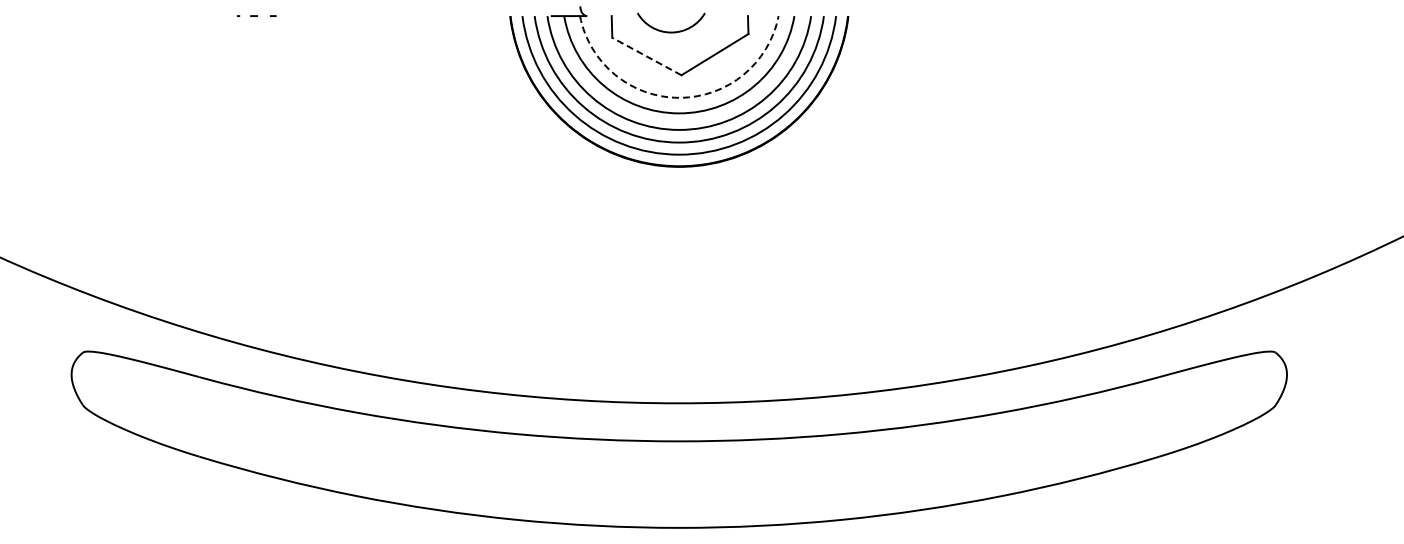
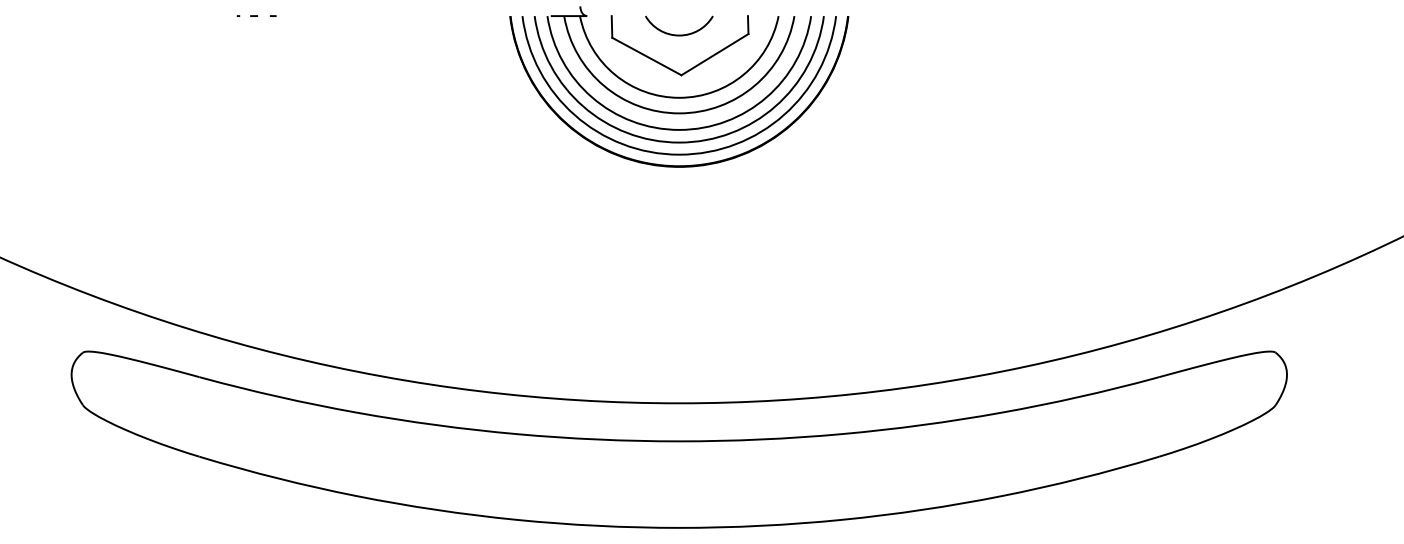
arc at (671, 31) position: (671, 31) -> (679, 34)
line at (646, 56): dashed -> solid
arc at (679, 97): dashed -> solid
